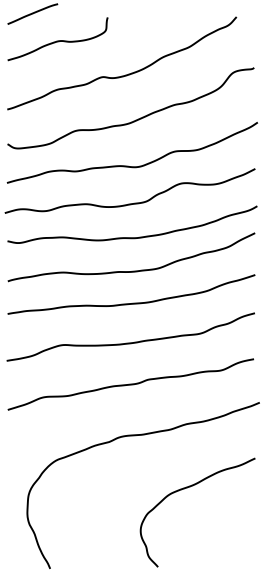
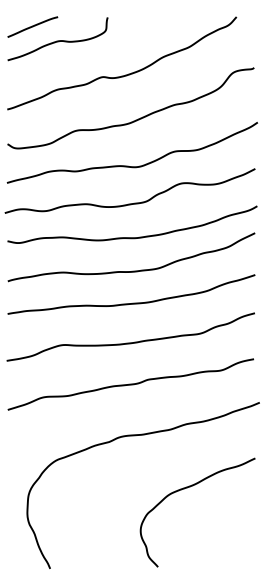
curve at (32, 13) position: (32, 13) -> (32, 26)
